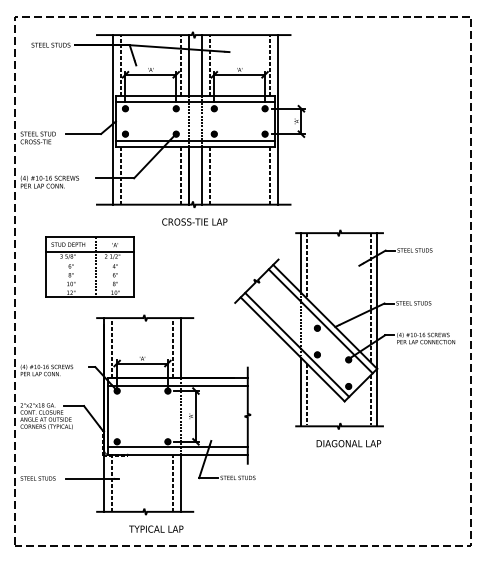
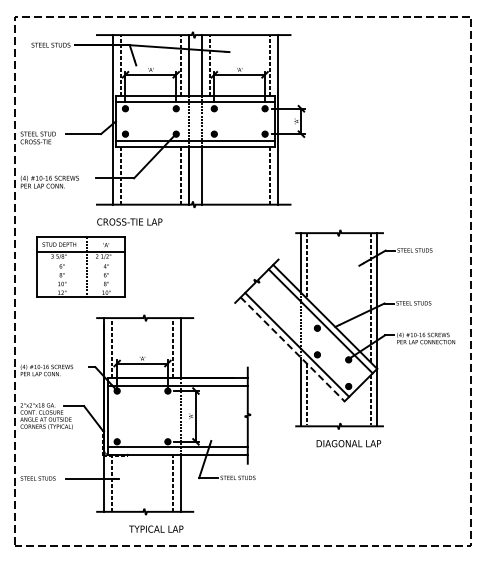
line at (209, 175): present -> none
text at (194, 221) position: (194, 221) -> (129, 221)
part at (89, 266) position: (89, 266) -> (80, 266)
line at (292, 349): solid -> dashed
